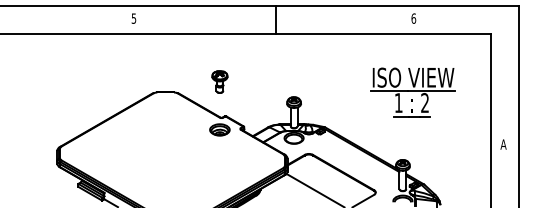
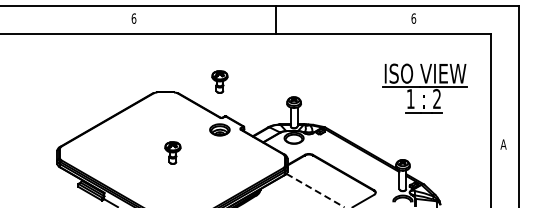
text at (133, 18): 5 -> 6
part at (412, 92) position: (412, 92) -> (424, 88)
part at (172, 152): none -> present
line at (315, 190): solid -> dashed
